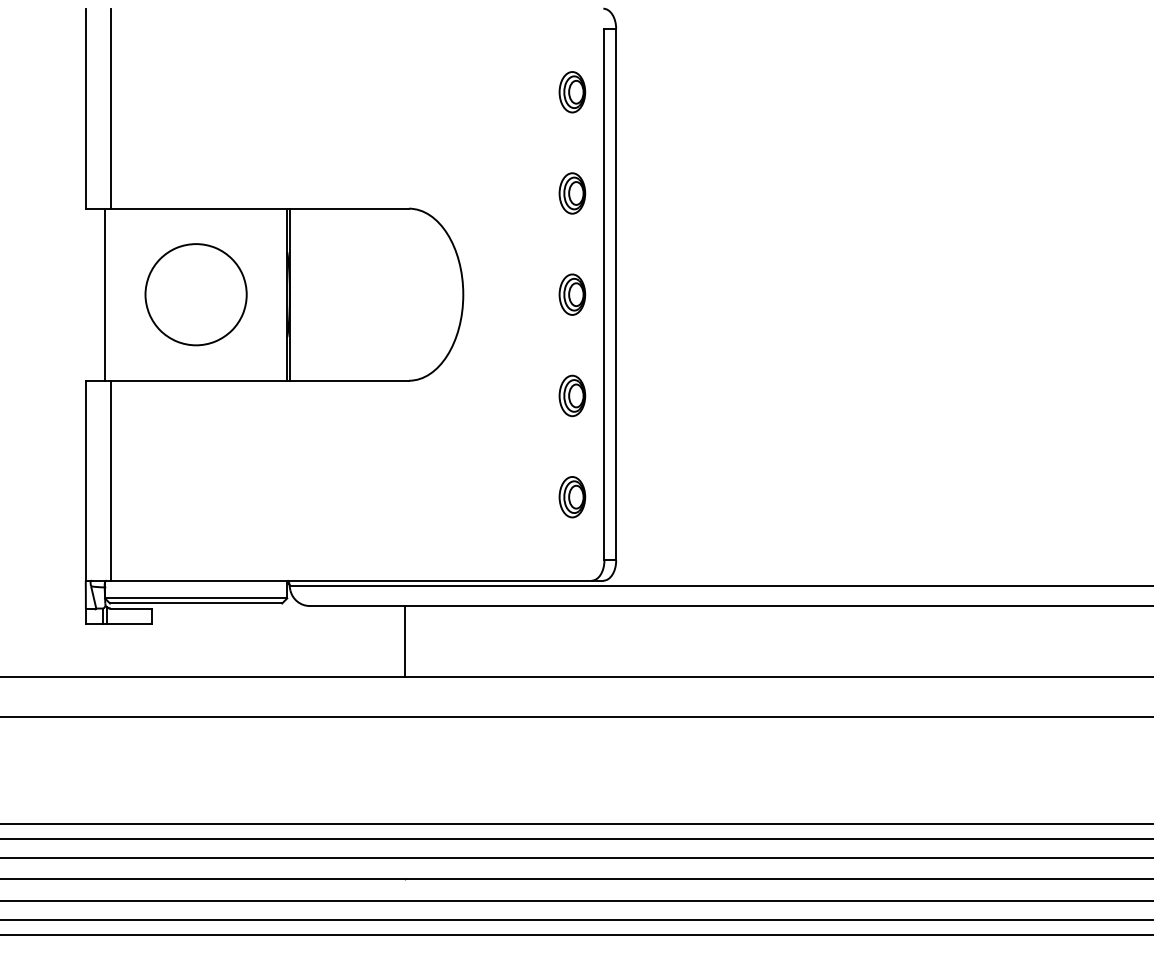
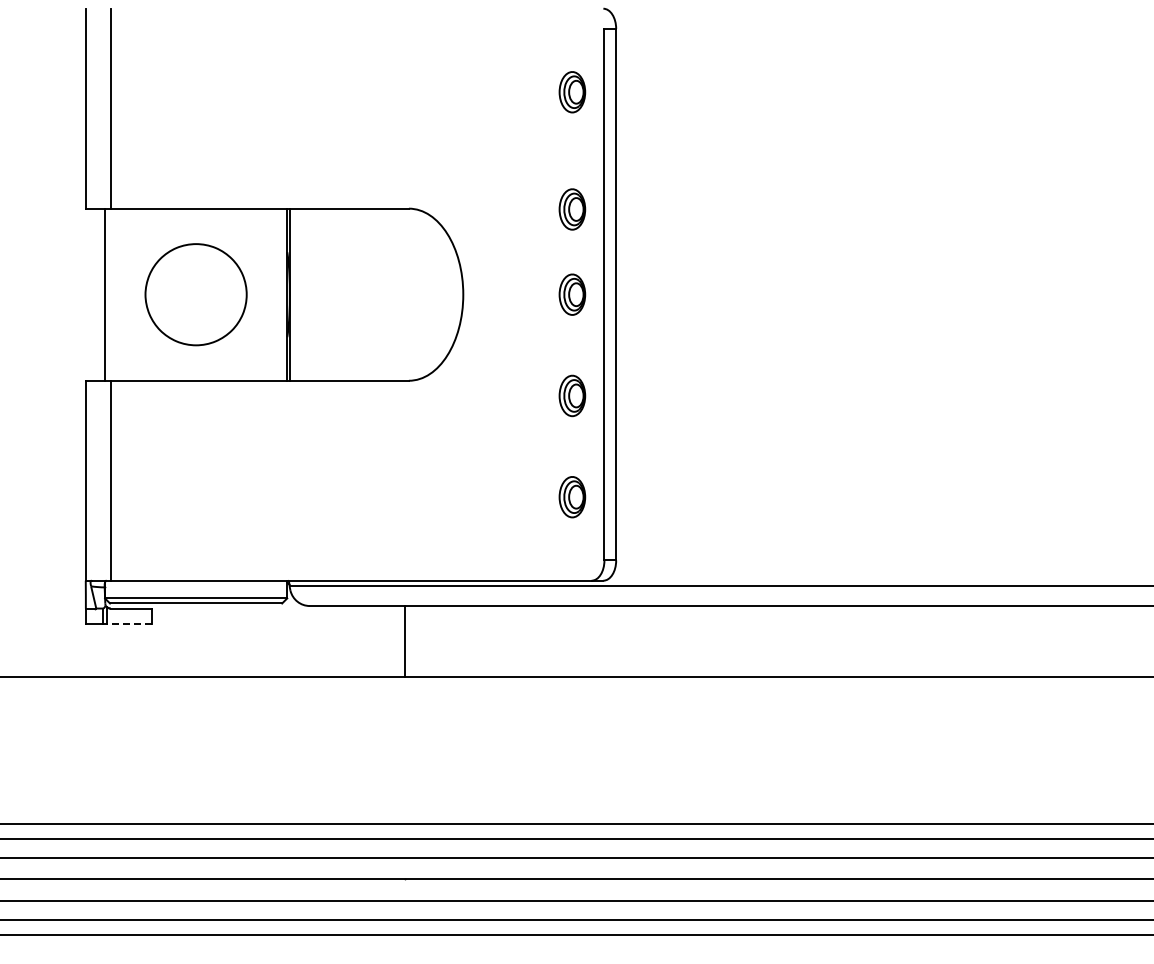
part at (572, 193) position: (572, 193) -> (572, 209)
line at (128, 623): solid -> dashed
line at (576, 717): present -> none
